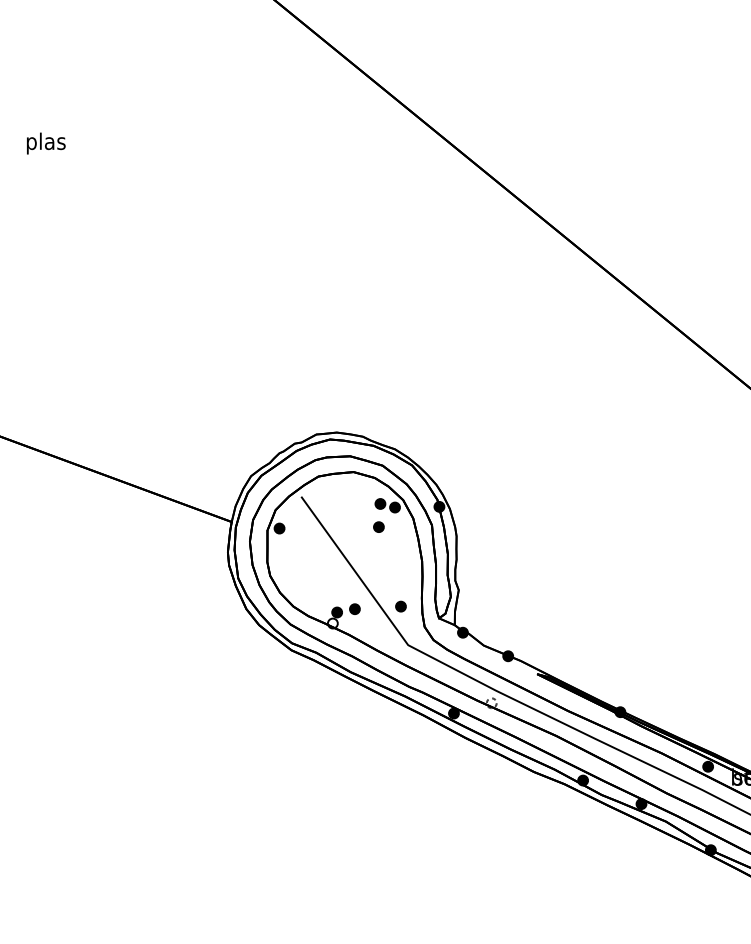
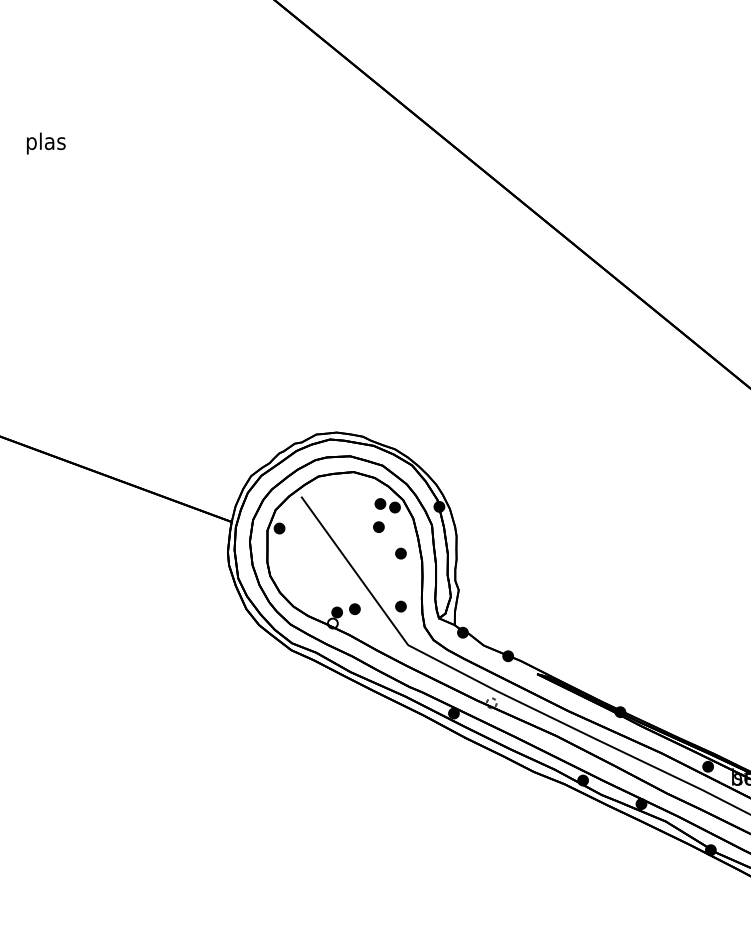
part at (400, 553): none -> present
